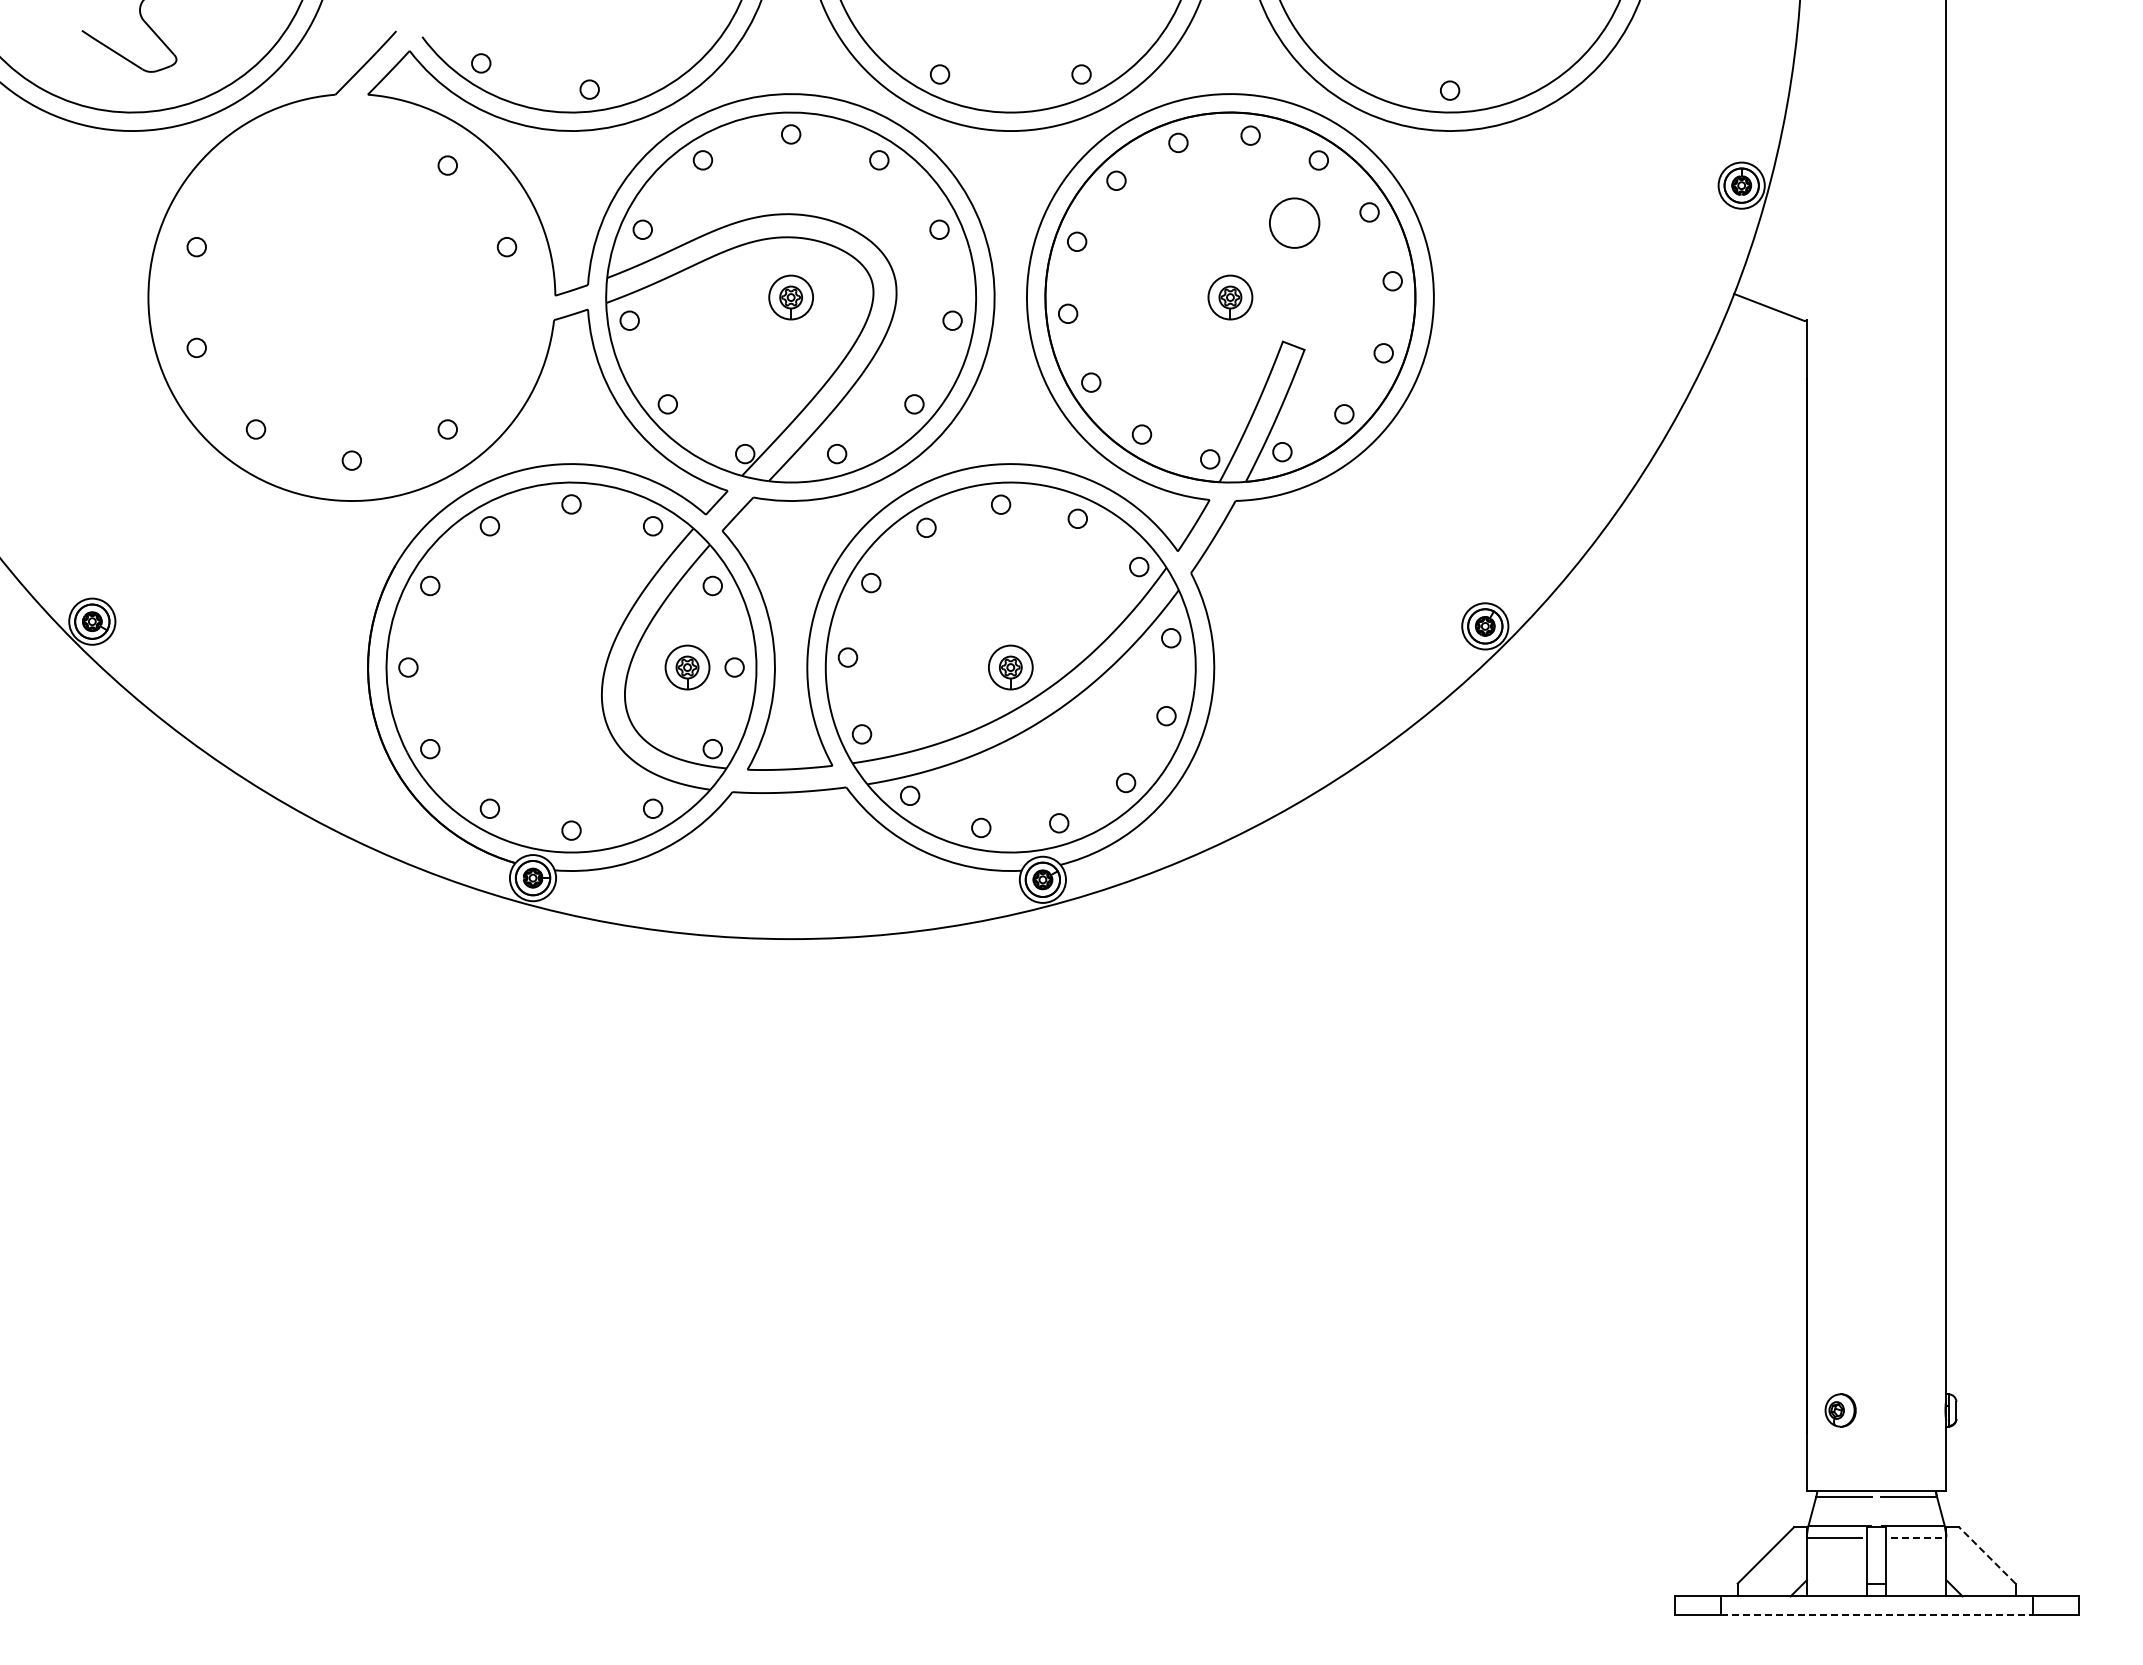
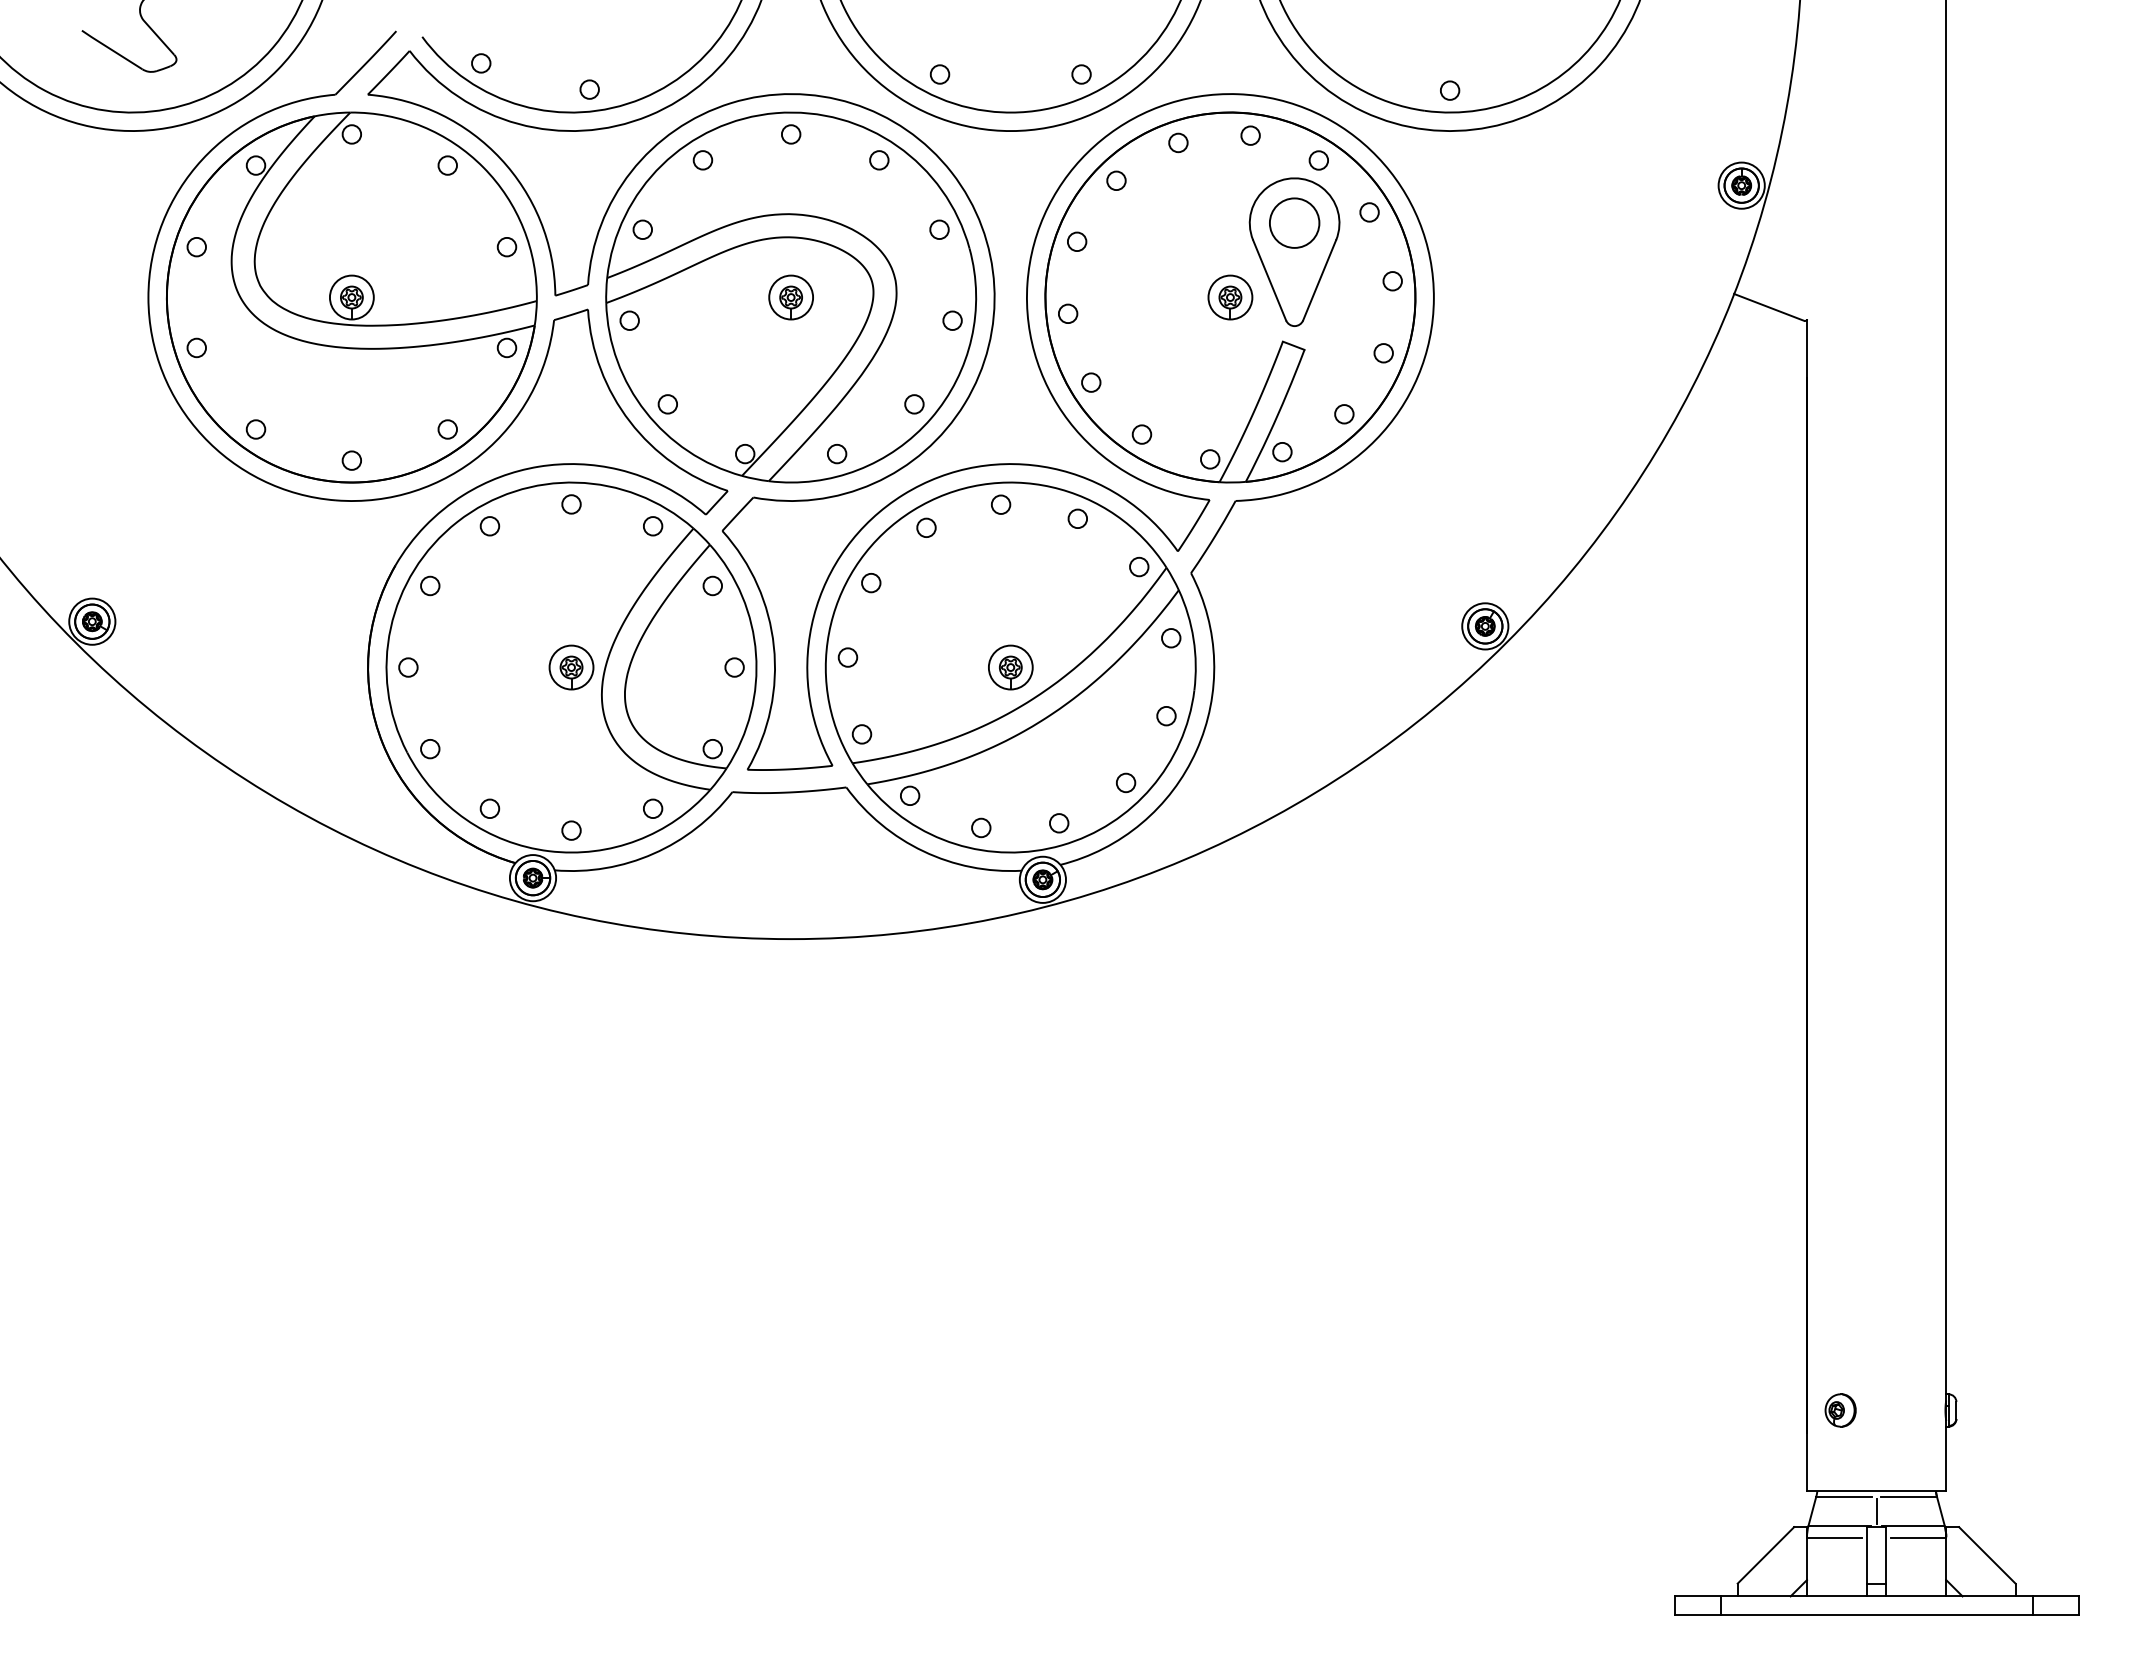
part at (1294, 251): none -> present
part at (351, 297): none -> present
part at (687, 667) position: (687, 667) -> (571, 667)
line at (1876, 1511): none -> present
line at (1918, 1537): dashed -> solid
line at (1987, 1555): dashed -> solid
line at (1876, 1614): dashed -> solid
